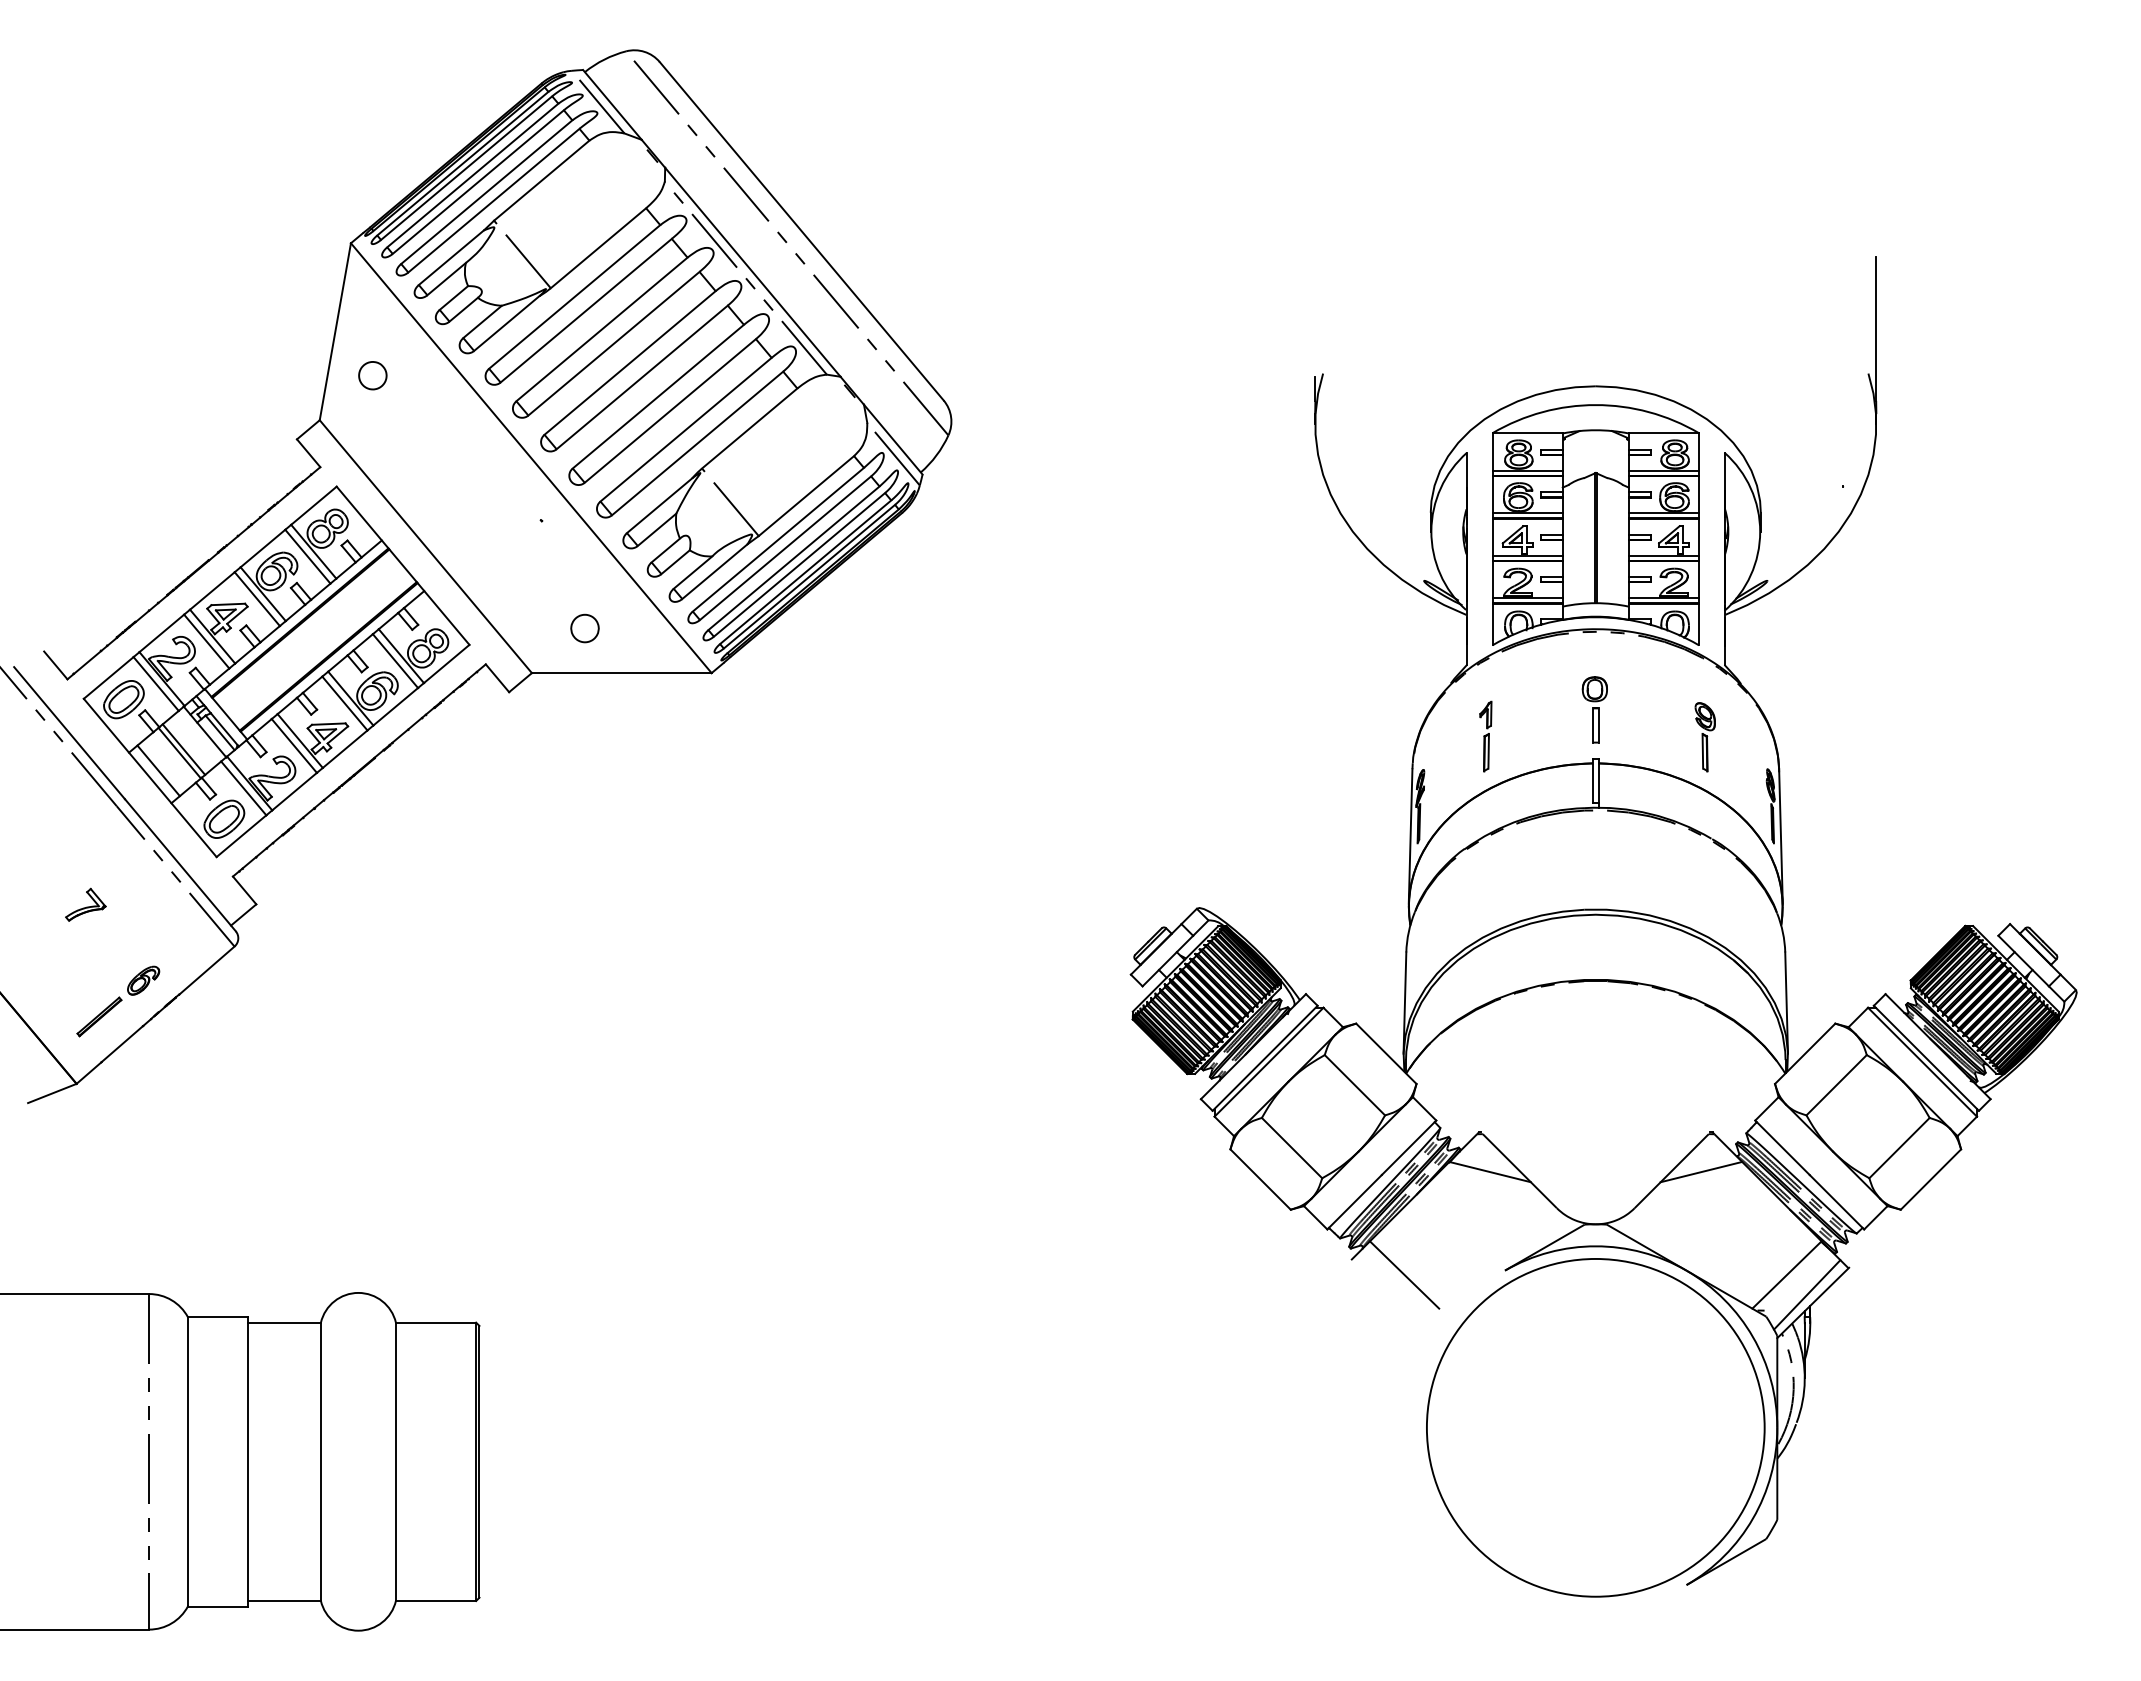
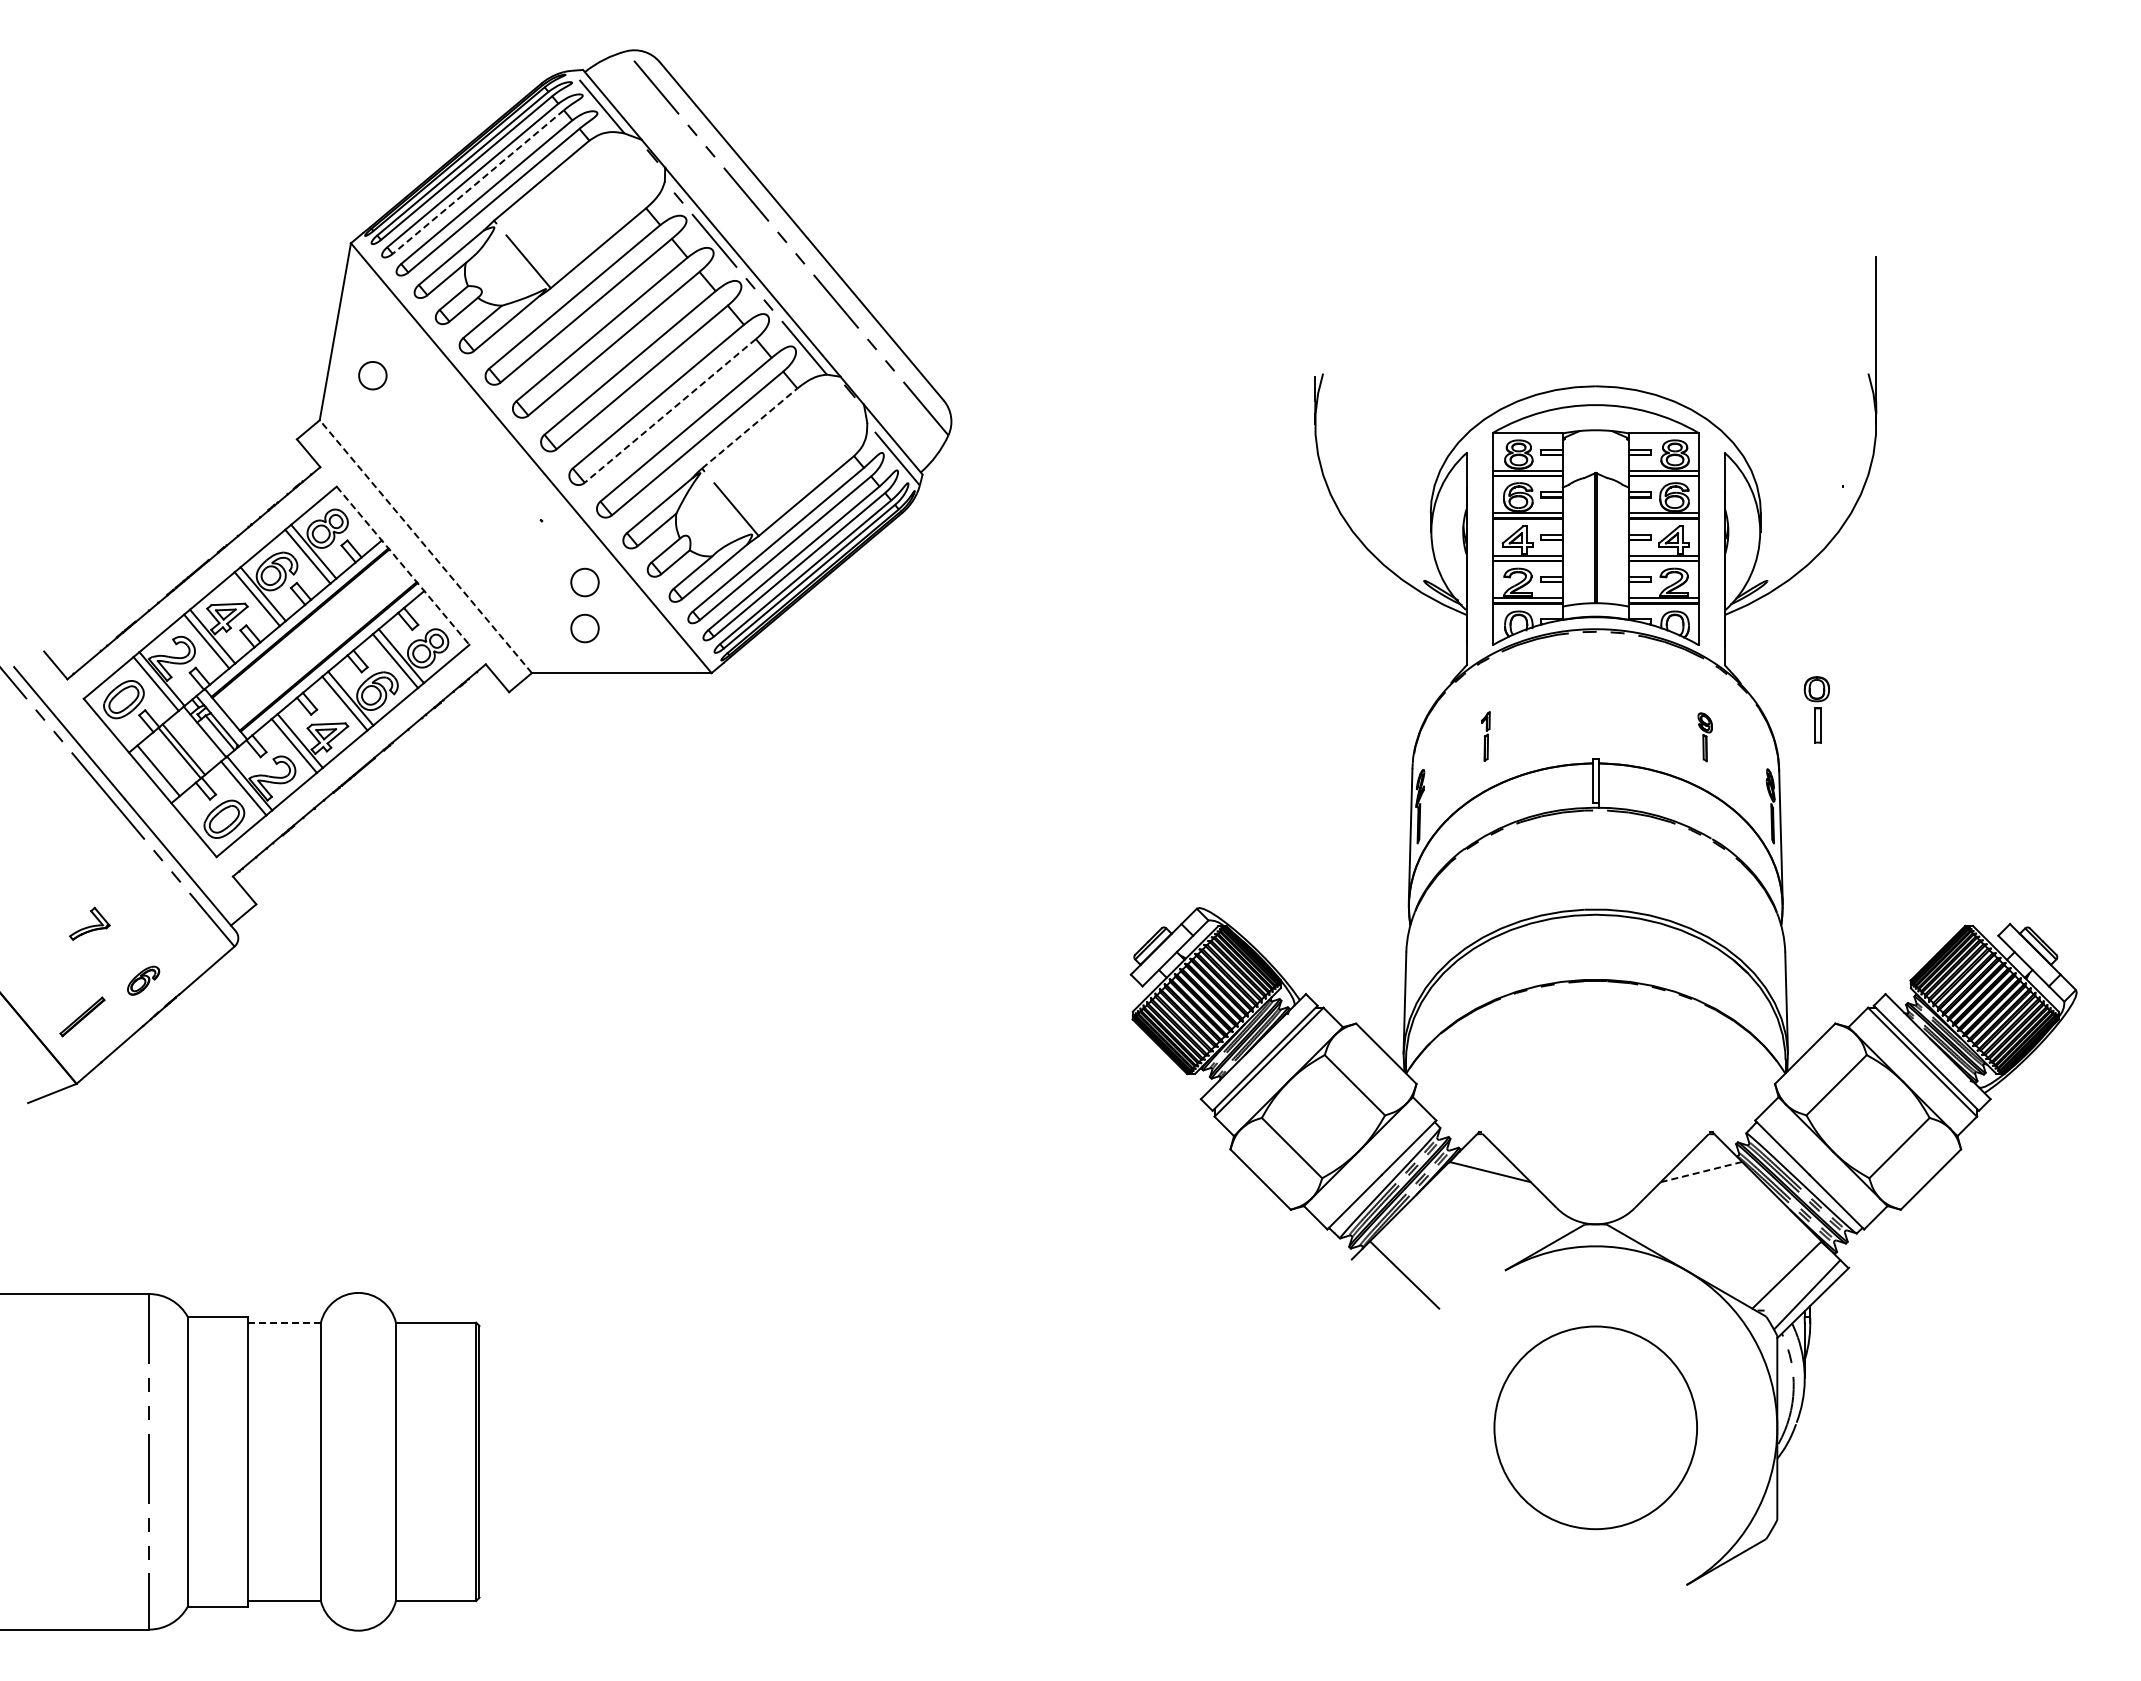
line at (478, 182): solid -> dashed
line at (670, 410): solid -> dashed
line at (750, 428): solid -> dashed
line at (425, 546): solid -> dashed
line at (403, 566): solid -> dashed
part at (584, 582): none -> present
part at (1594, 709) position: (1594, 709) -> (1816, 709)
part at (1485, 736) size: 14x73 px -> 10x51 px
part at (1704, 737) size: 22x71 px -> 16x51 px
part at (85, 904) position: (85, 904) -> (89, 923)
part at (99, 1016) position: (99, 1016) -> (82, 1016)
line at (1701, 1171): solid -> dashed
line at (284, 1322): solid -> dashed
circle at (1595, 1427) diameter: 338 px -> 203 px
